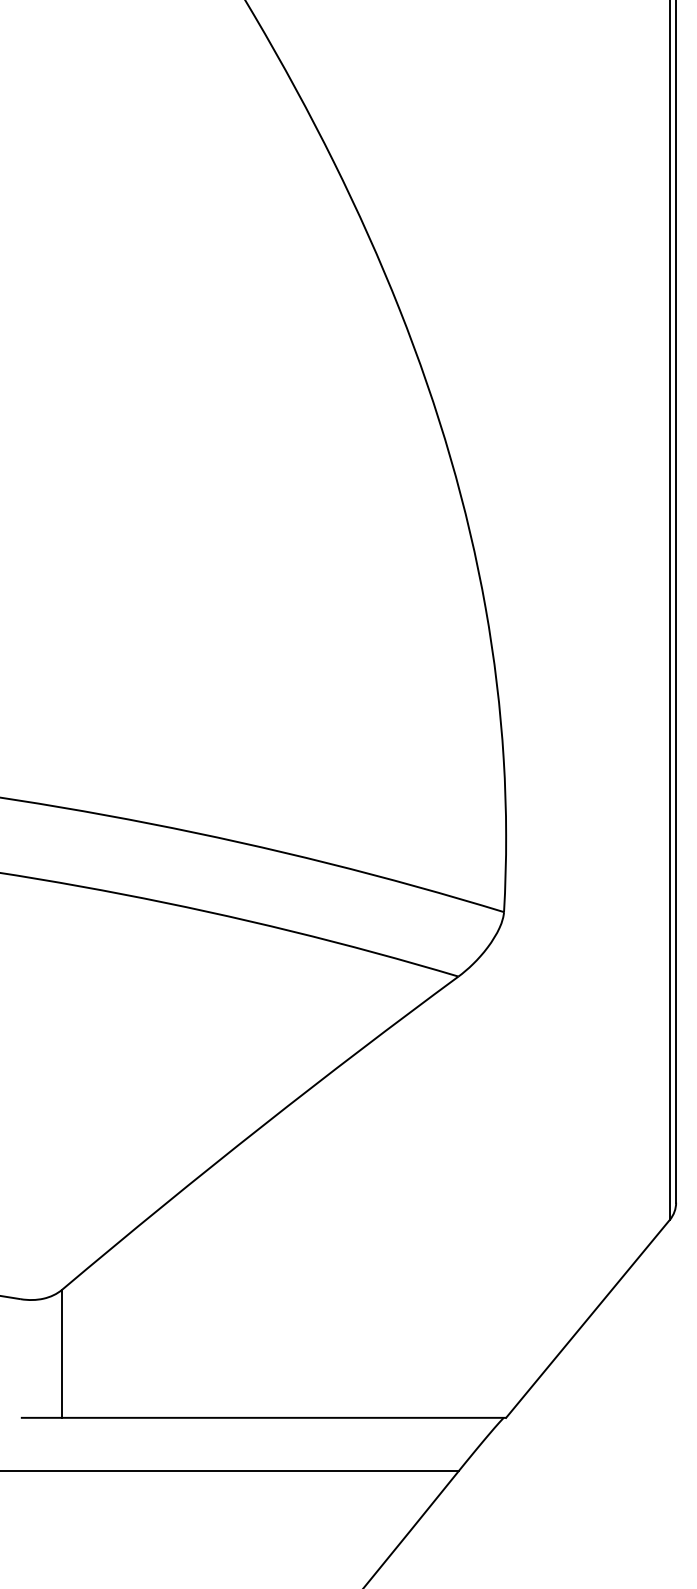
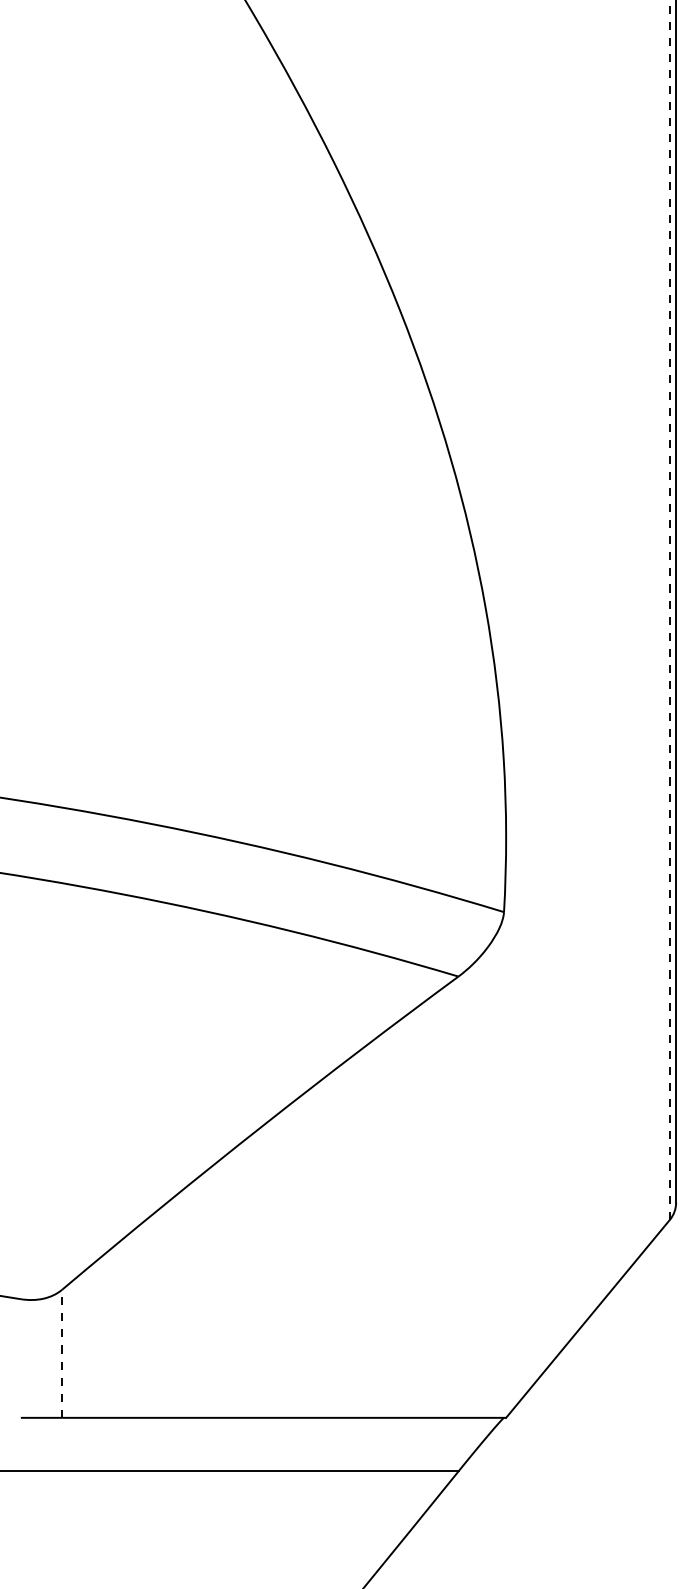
line at (669, 609): solid -> dashed
line at (62, 1353): solid -> dashed
